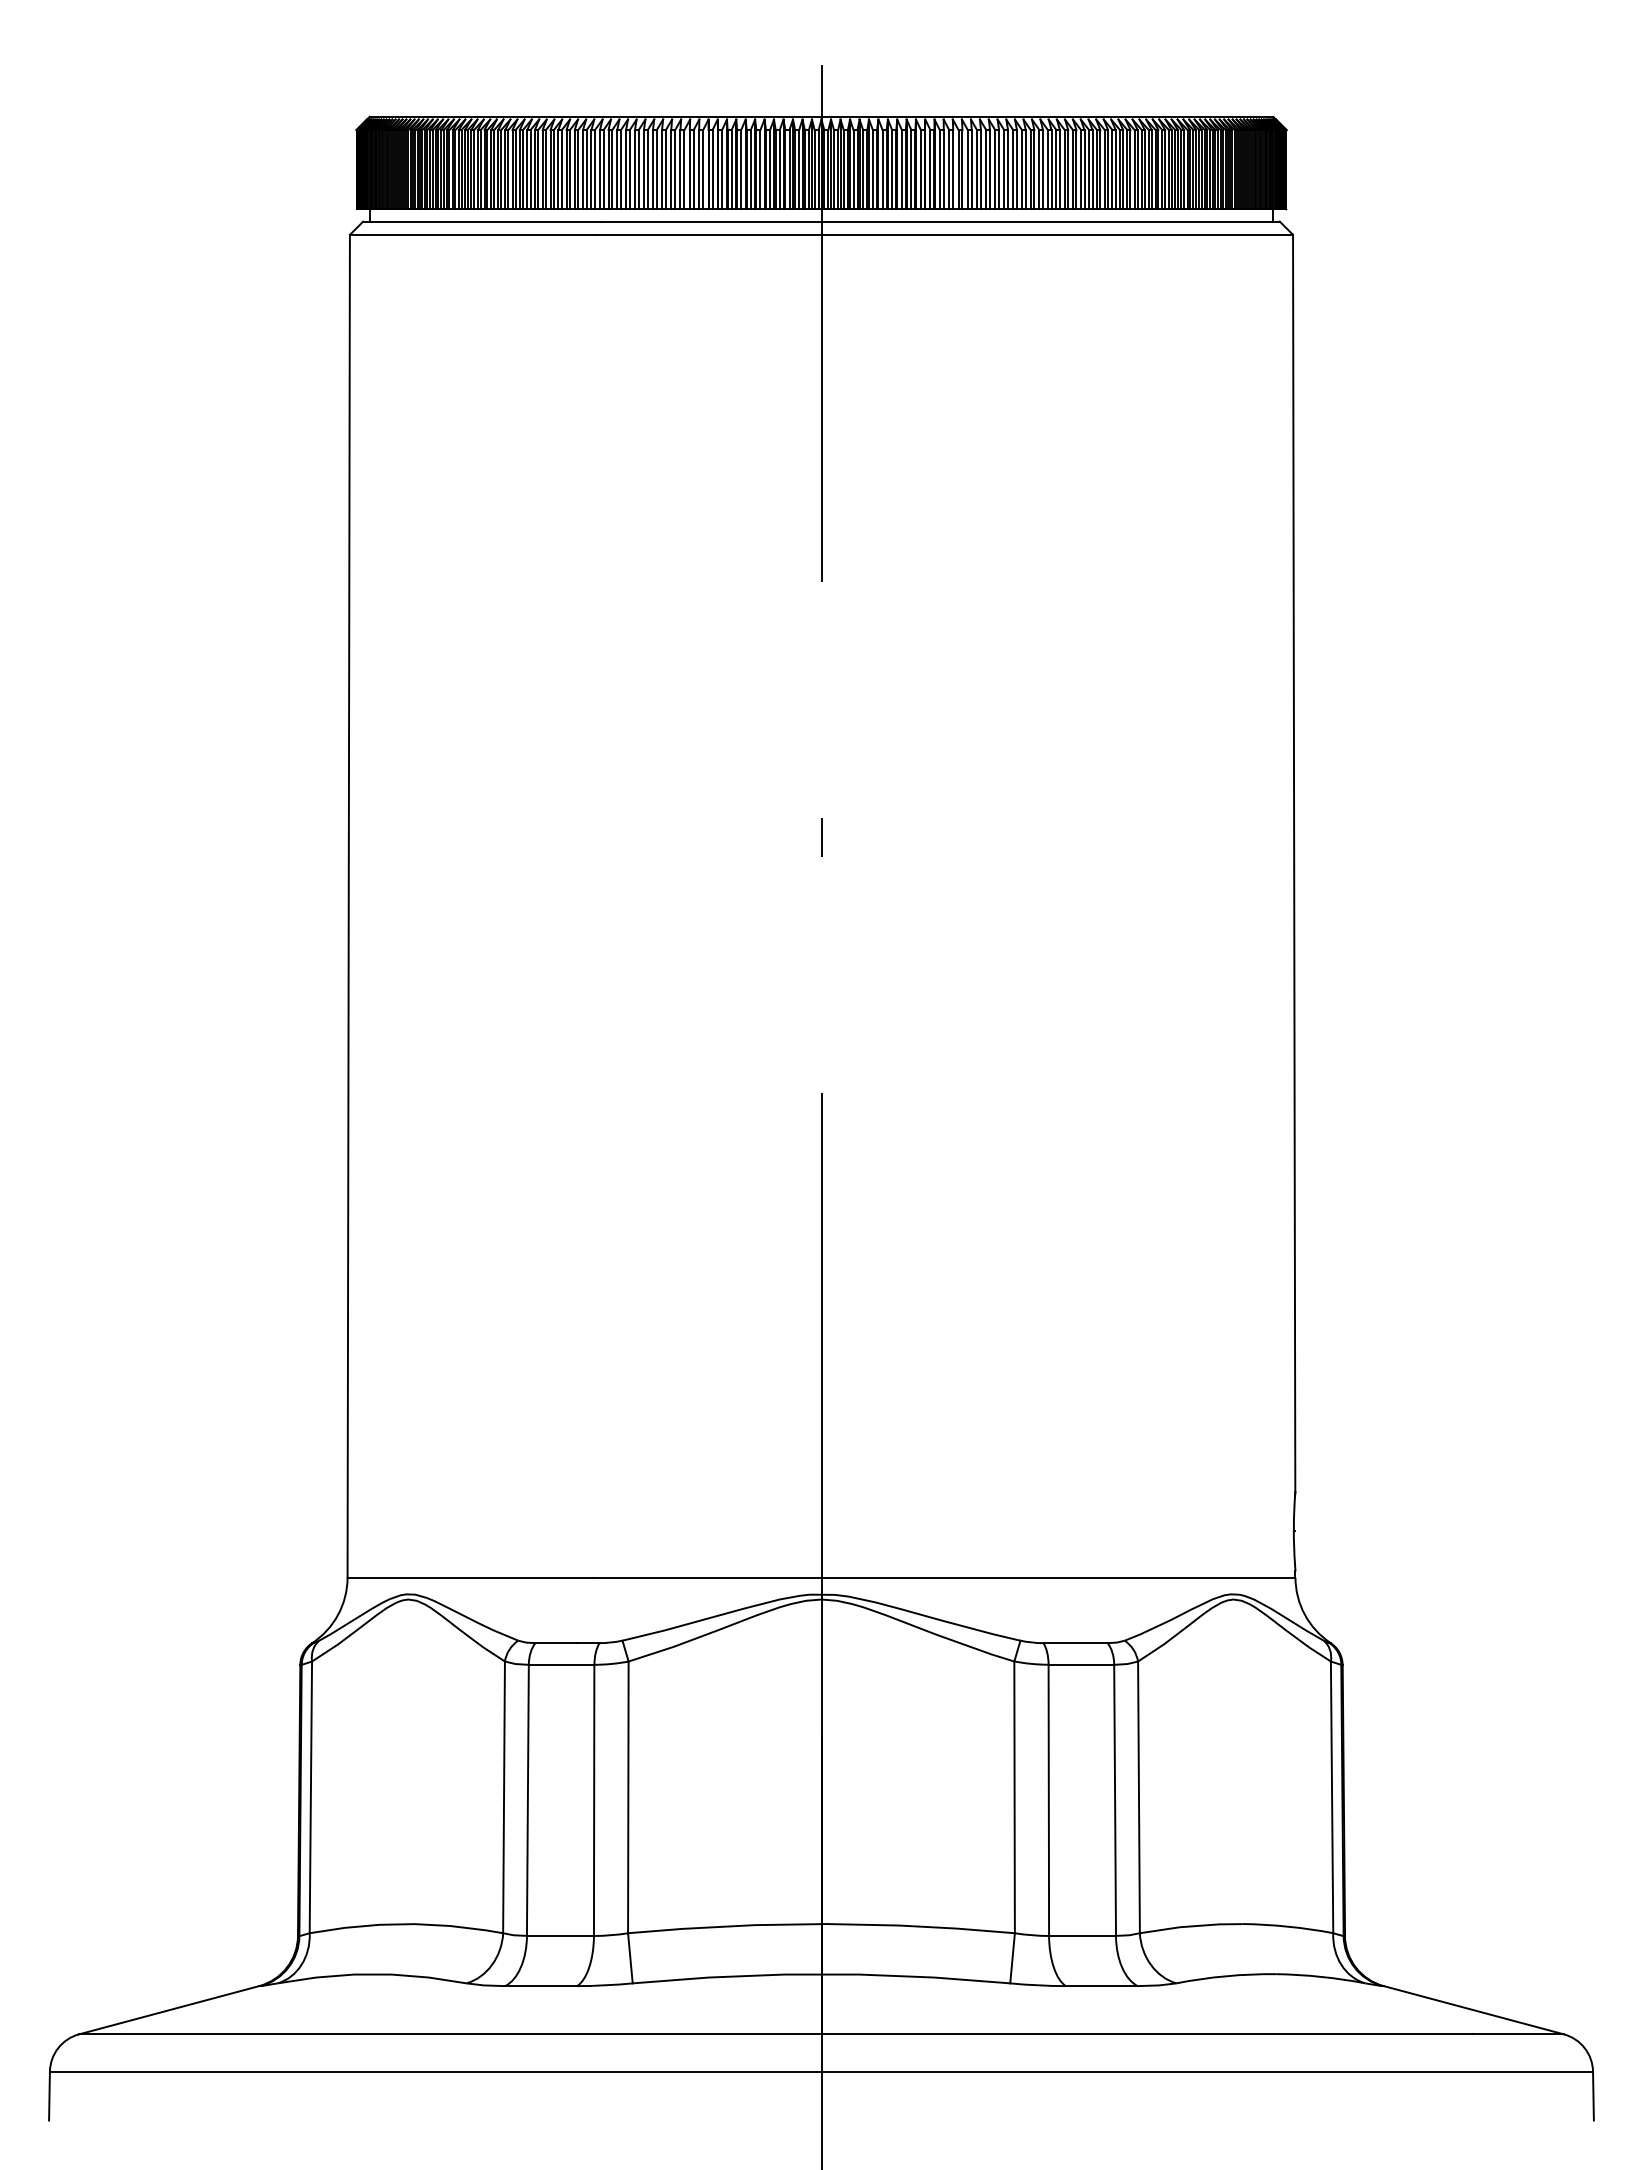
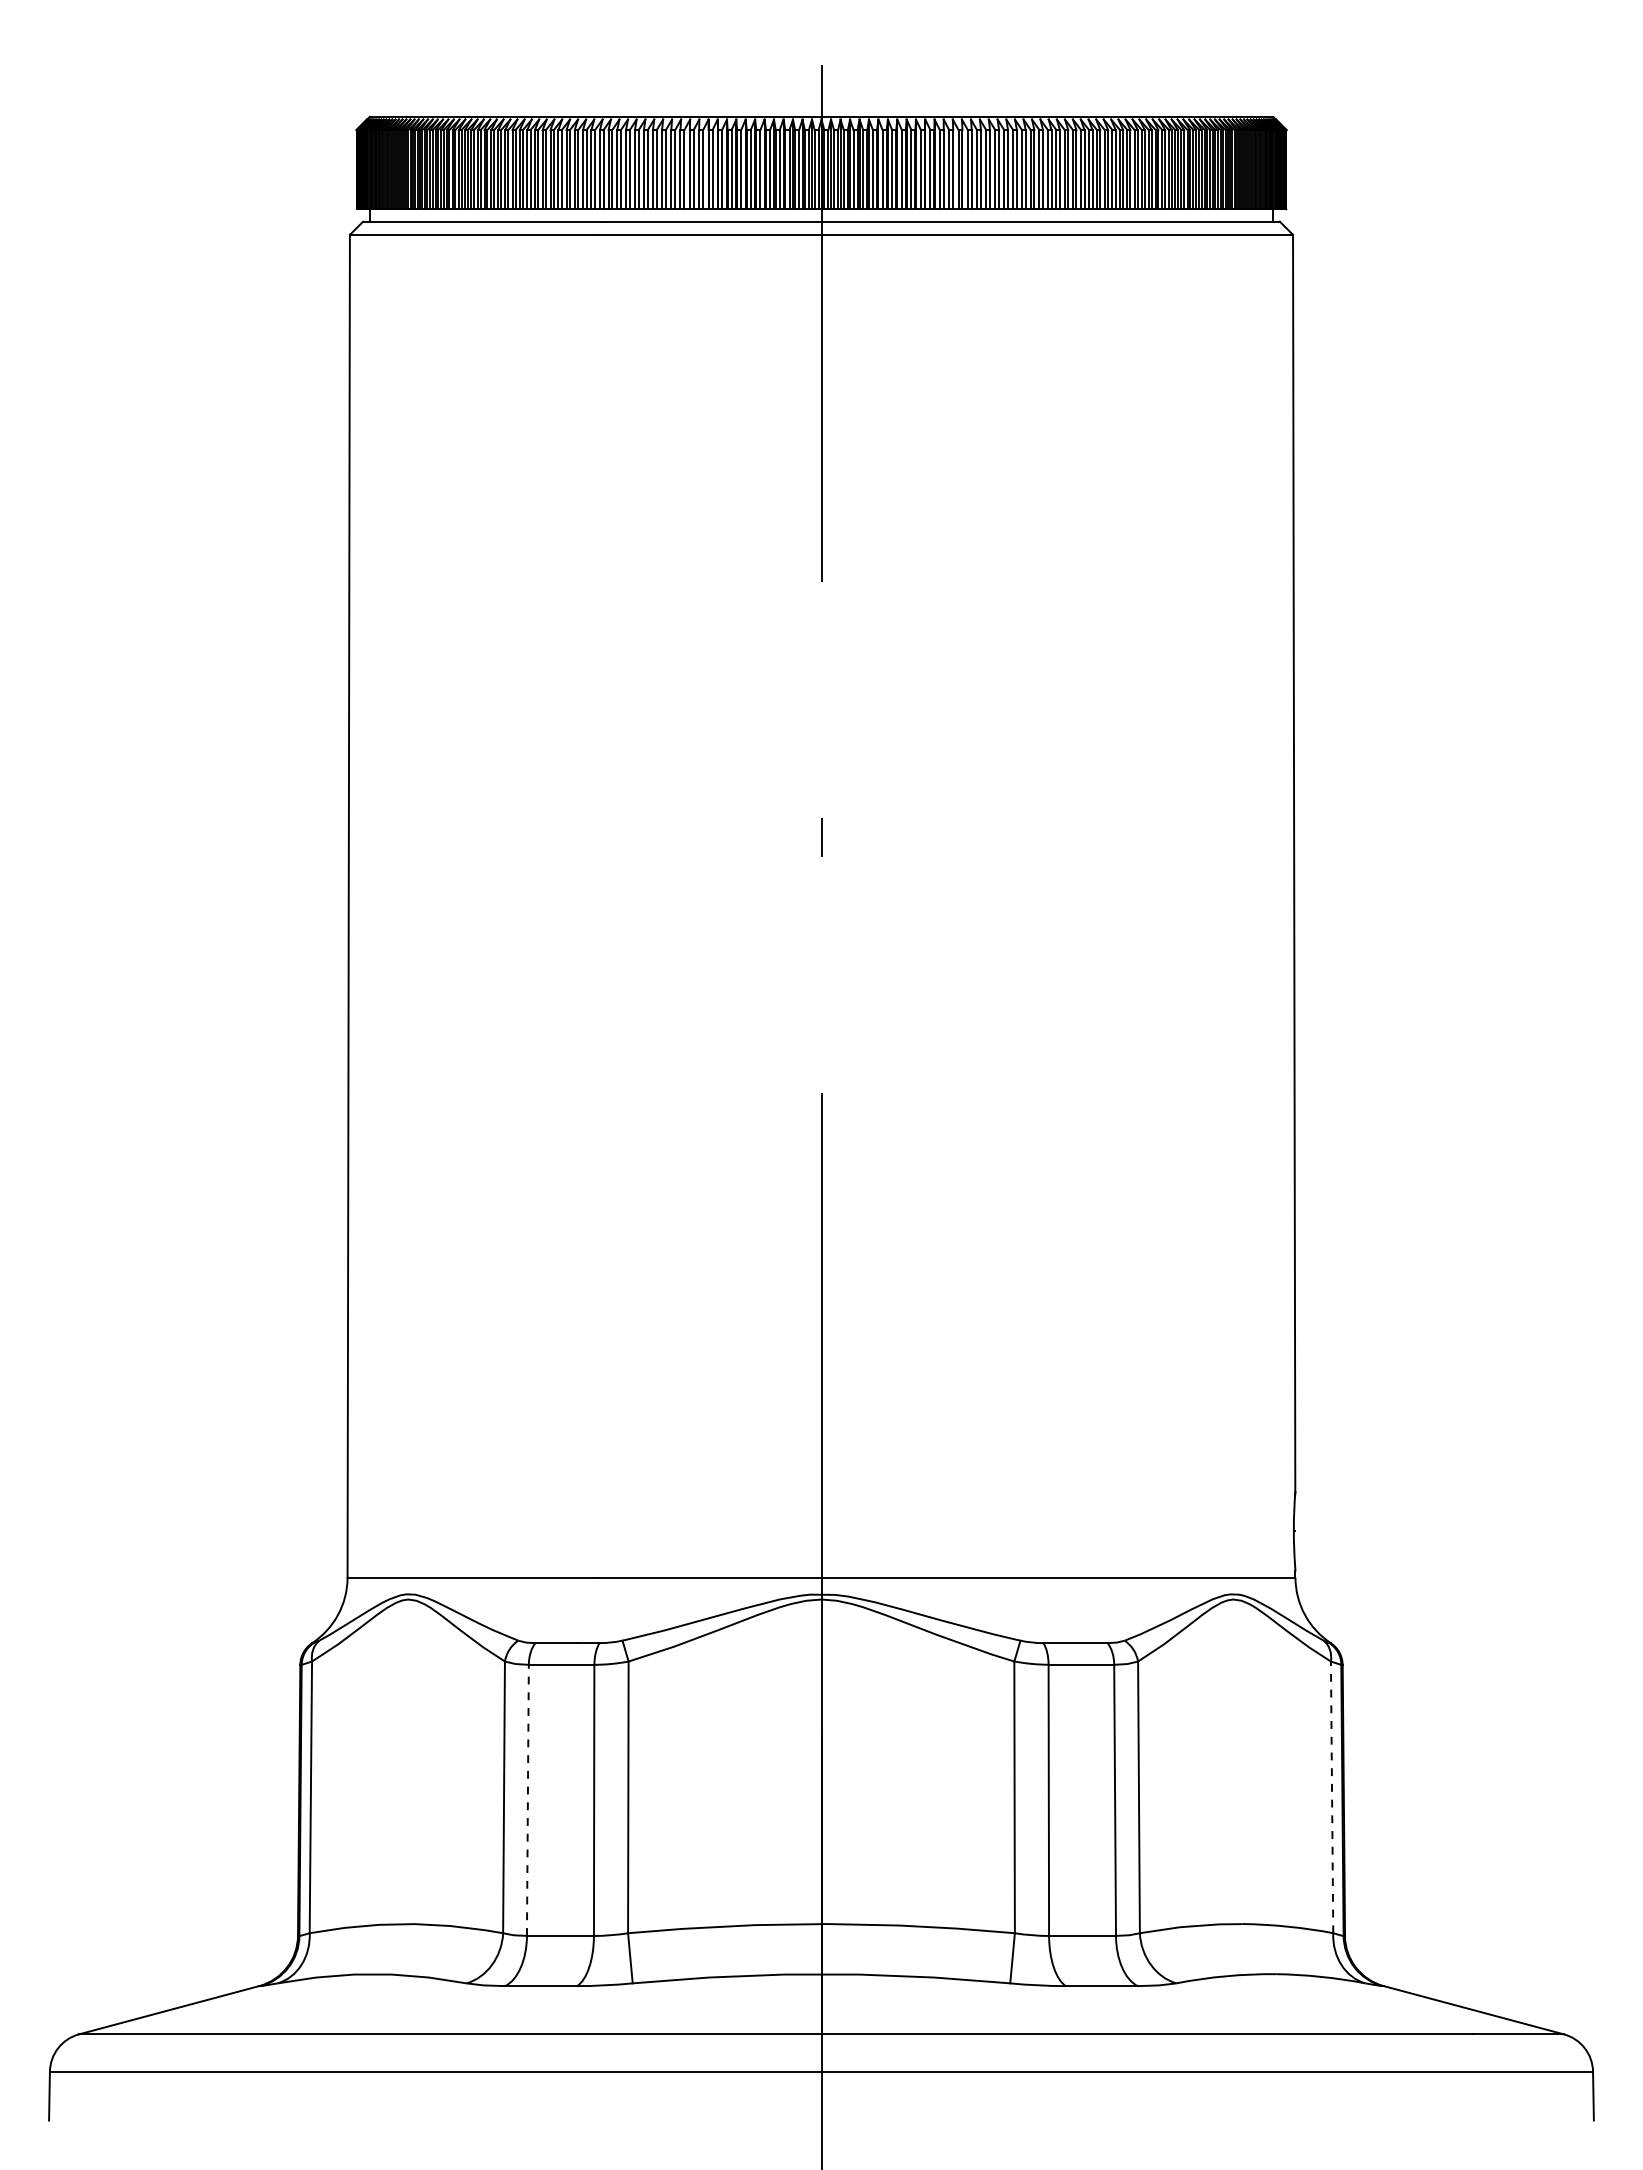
line at (1332, 1797): solid -> dashed
line at (527, 1800): solid -> dashed
